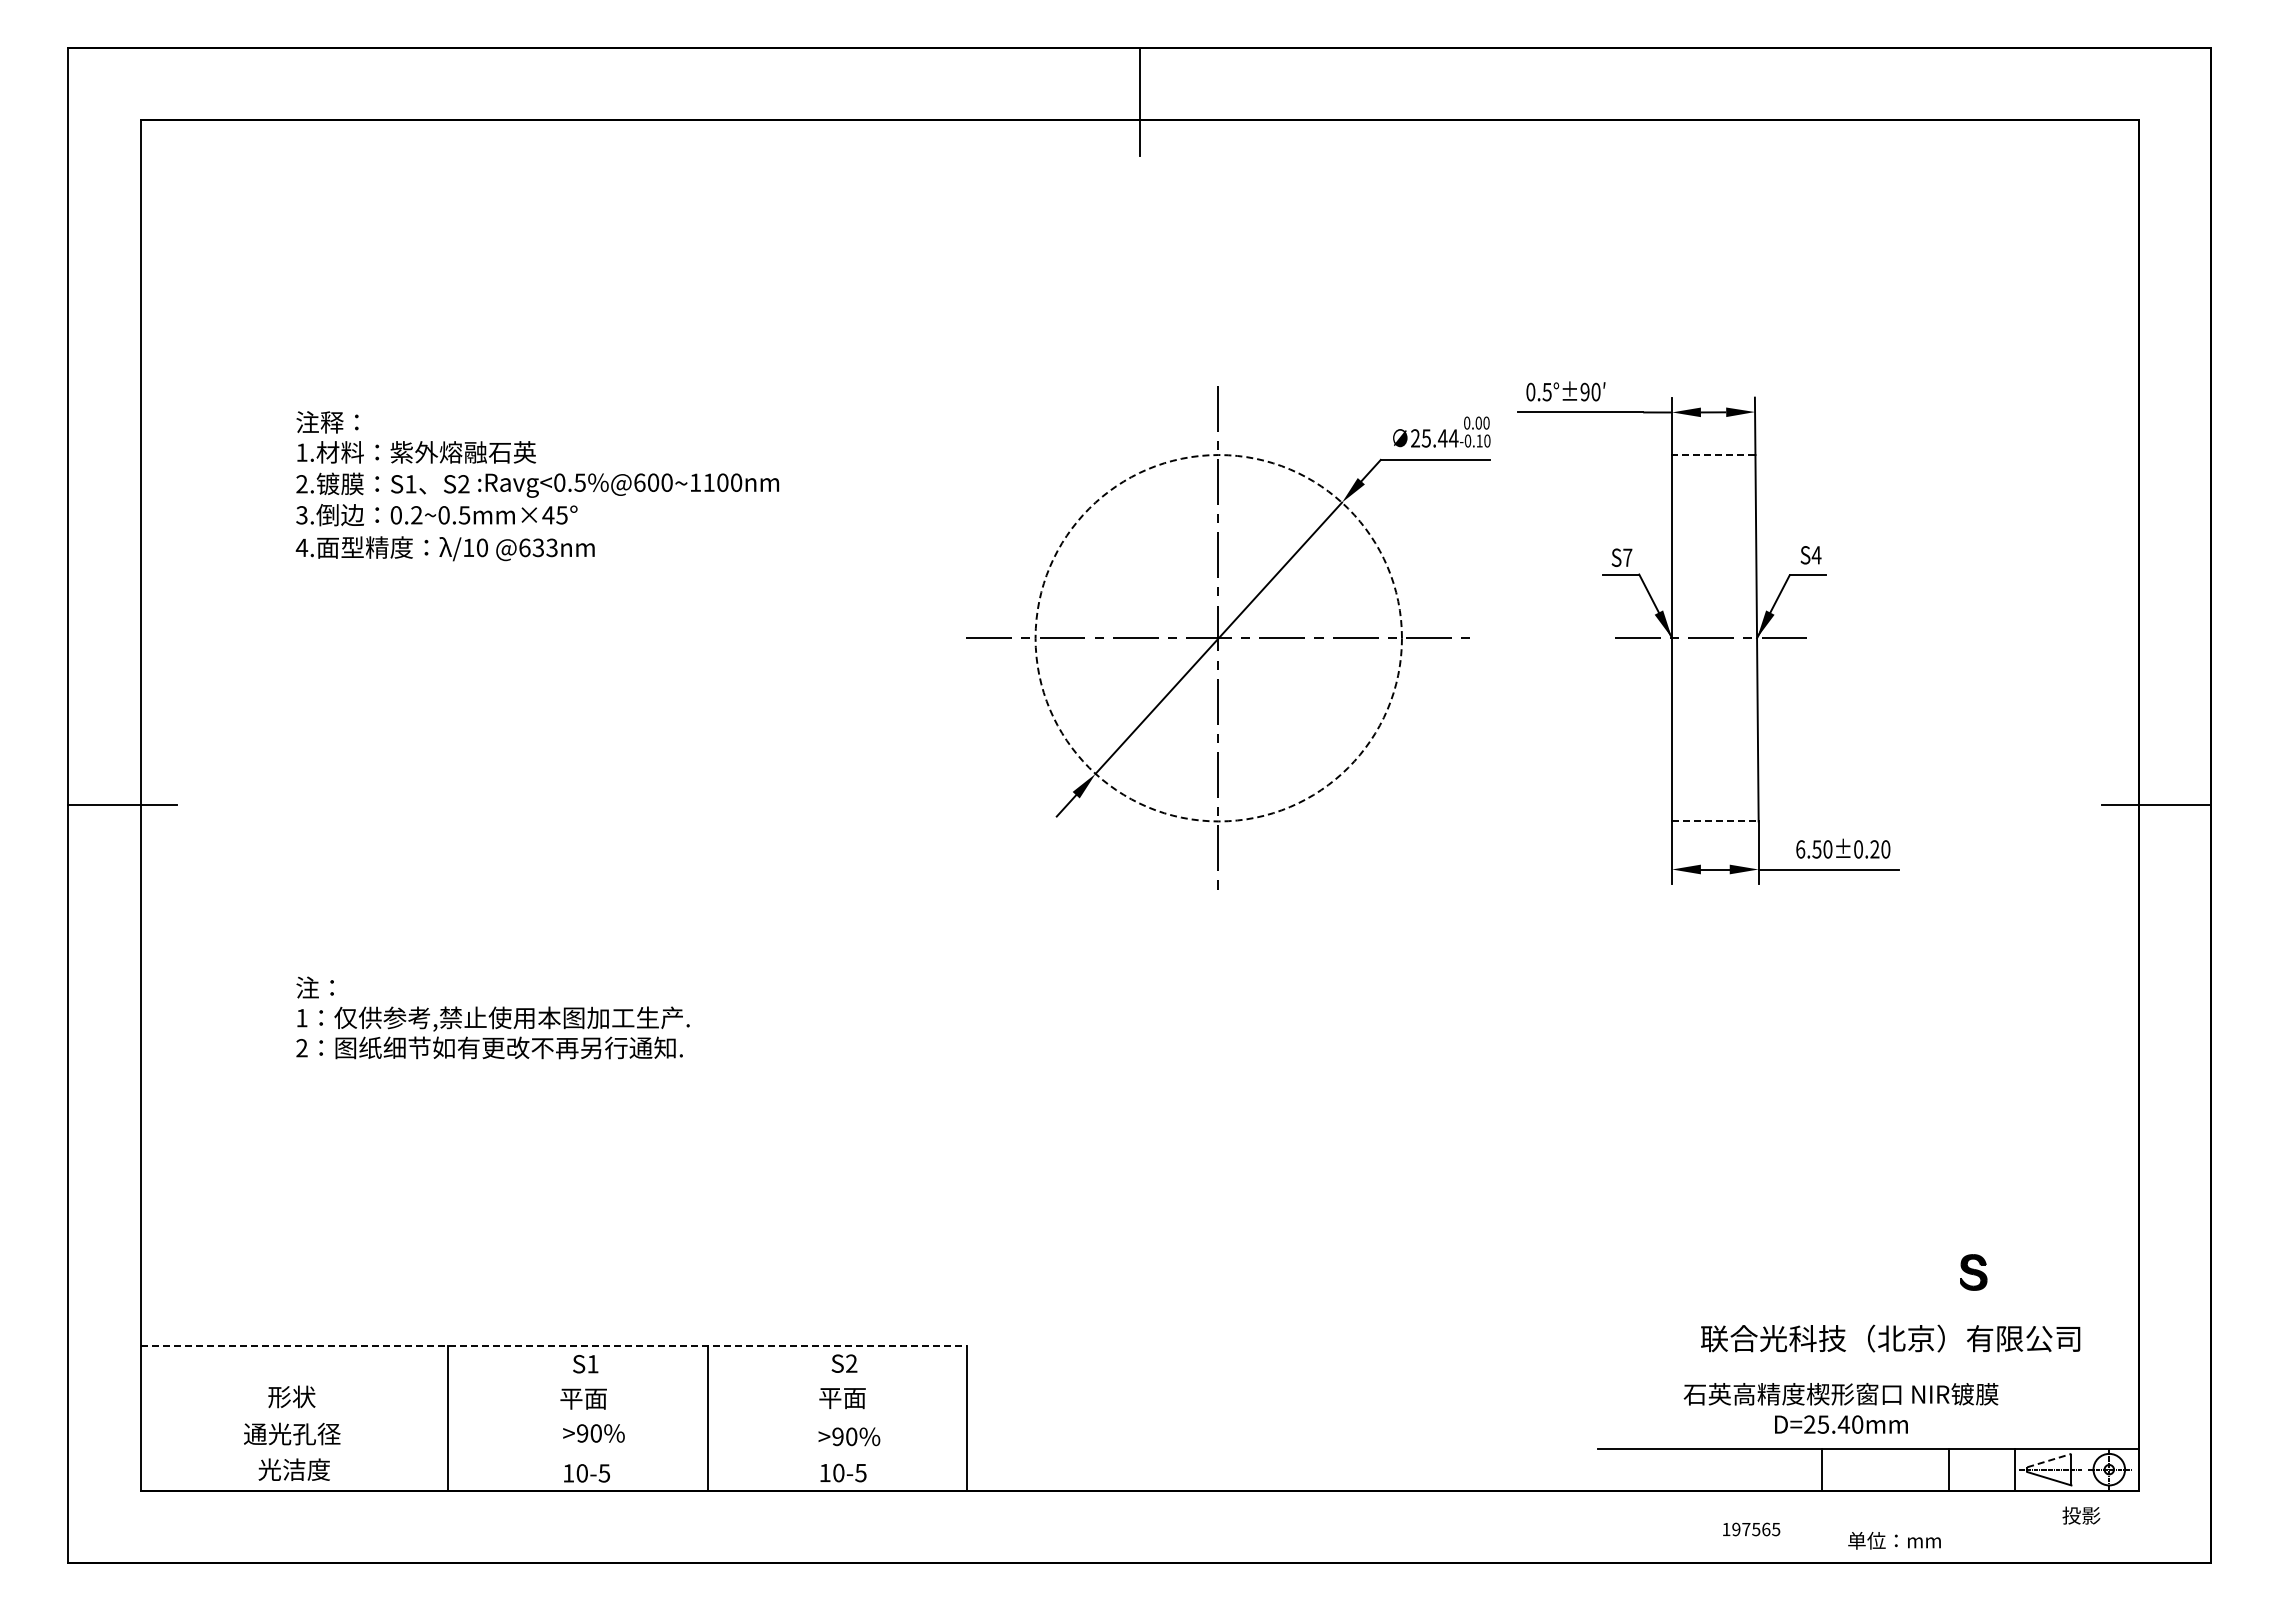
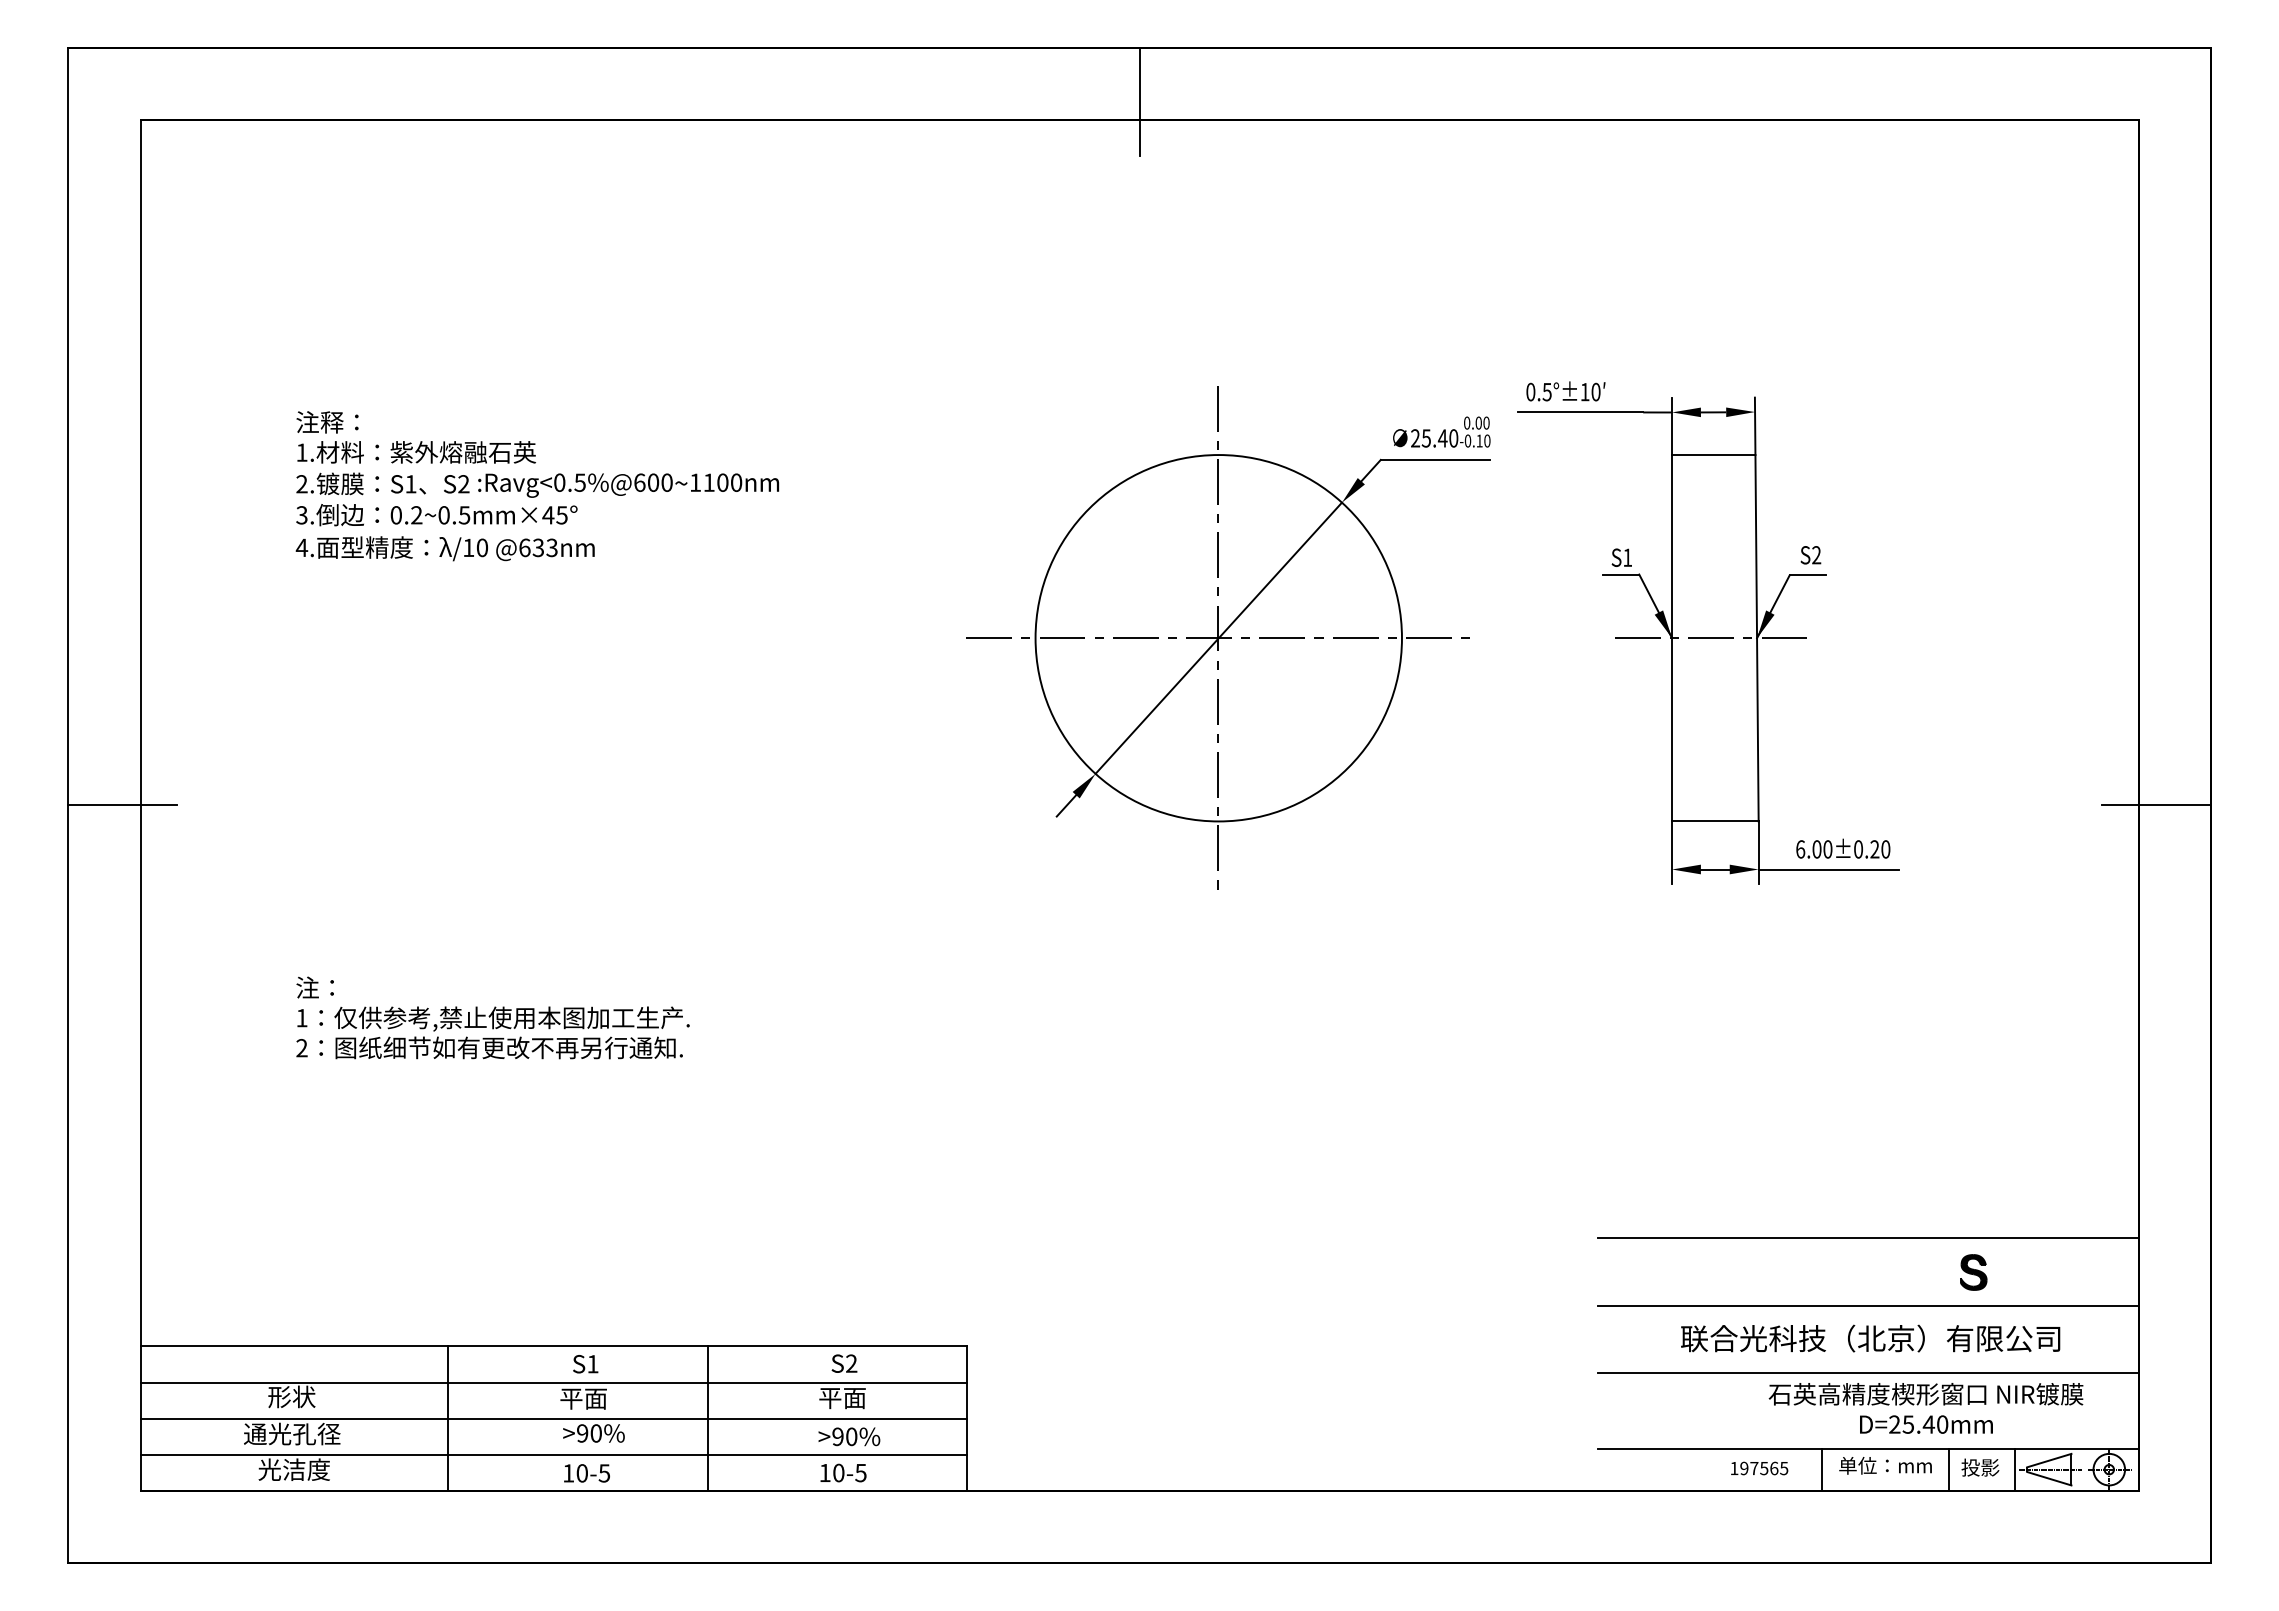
text at (1584, 391): 0.5°±90 -> 0.5°±10
text at (1453, 438): 25.44 -> 25.40
line at (1713, 455): dashed -> solid
text at (1816, 555): S4 -> S2
text at (1627, 557): S7 -> S1
circle at (1218, 638): dashed -> solid
line at (1715, 821): dashed -> solid
text at (1816, 849): 6.50±0.20 -> 6.00±0.20
line at (1867, 1238): none -> present
line at (1867, 1305): none -> present
text at (1890, 1338) position: (1890, 1338) -> (1870, 1338)
line at (554, 1346): dashed -> solid
line at (1867, 1372): none -> present
line at (553, 1382): none -> present
text at (1840, 1408) position: (1840, 1408) -> (1925, 1408)
line at (553, 1418): none -> present
line at (553, 1454): none -> present
line at (2049, 1460): dashed -> solid
text at (2081, 1515) position: (2081, 1515) -> (1980, 1467)
text at (1751, 1529) position: (1751, 1529) -> (1759, 1468)
text at (1894, 1540) position: (1894, 1540) -> (1885, 1465)
